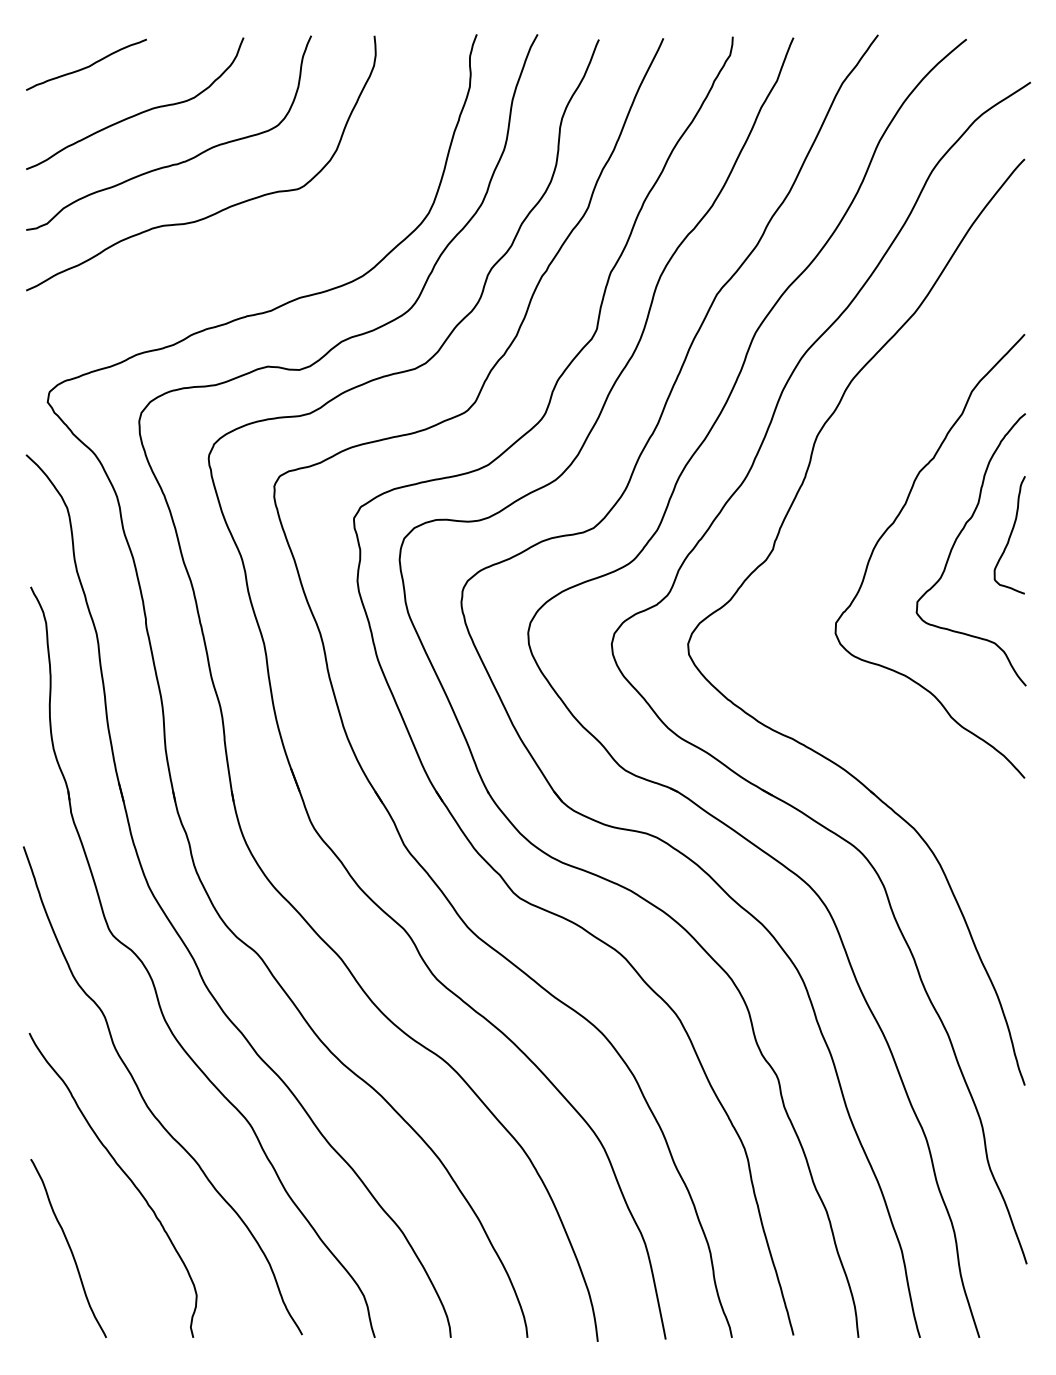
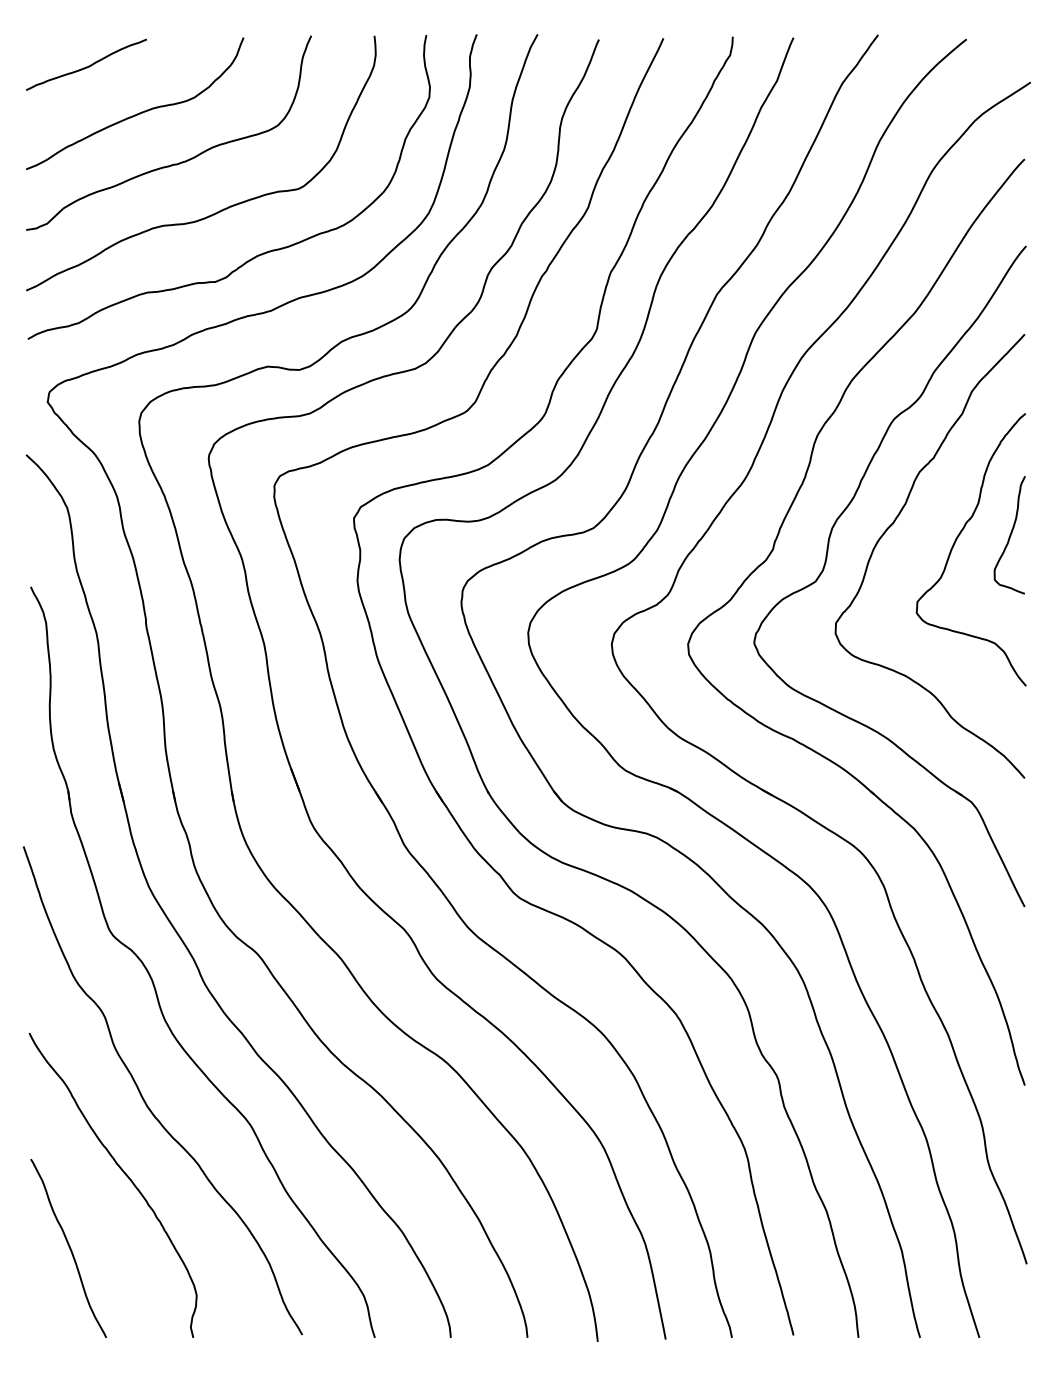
curve at (260, 253): none -> present
part at (826, 563): none -> present
